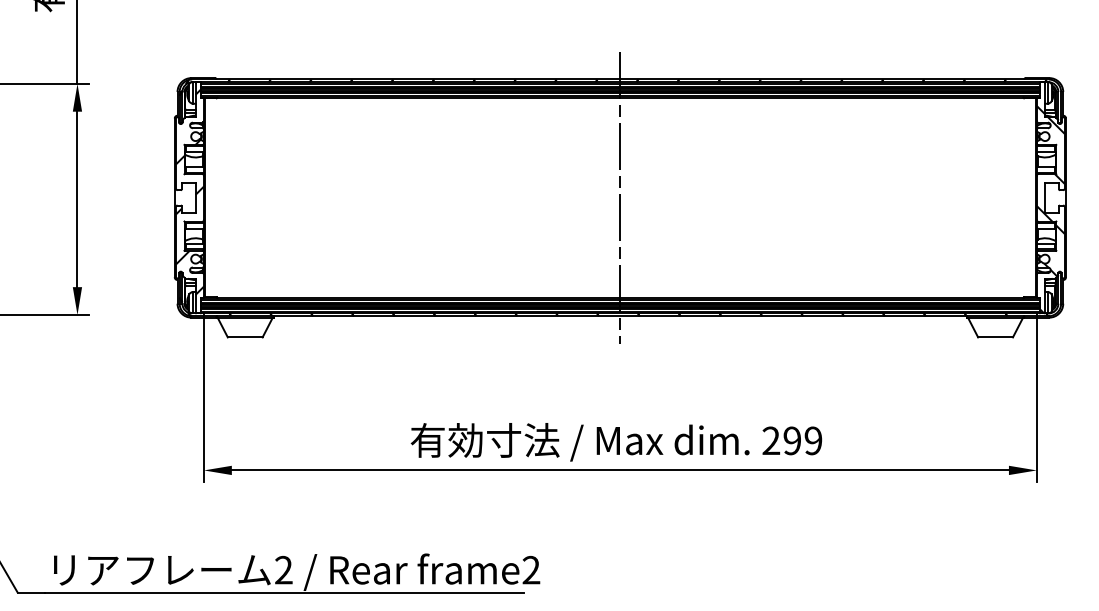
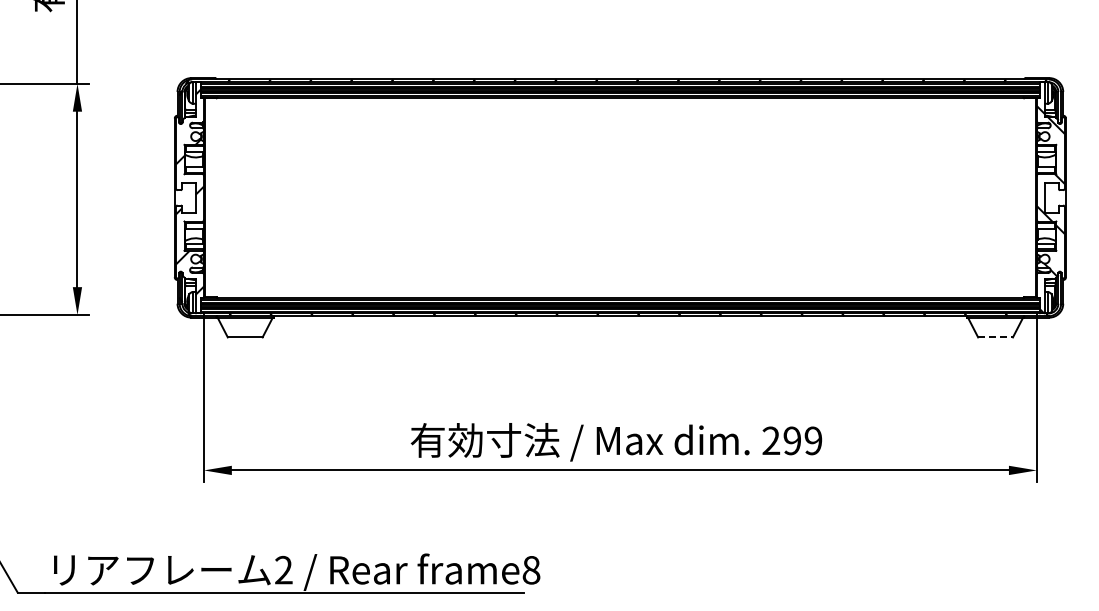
line at (620, 197): present -> none
line at (996, 337): solid -> dashed
text at (531, 569): frame2 -> frame8
